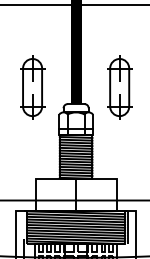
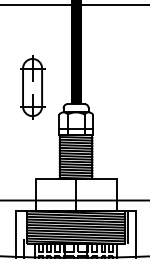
part at (119, 87): present -> none
